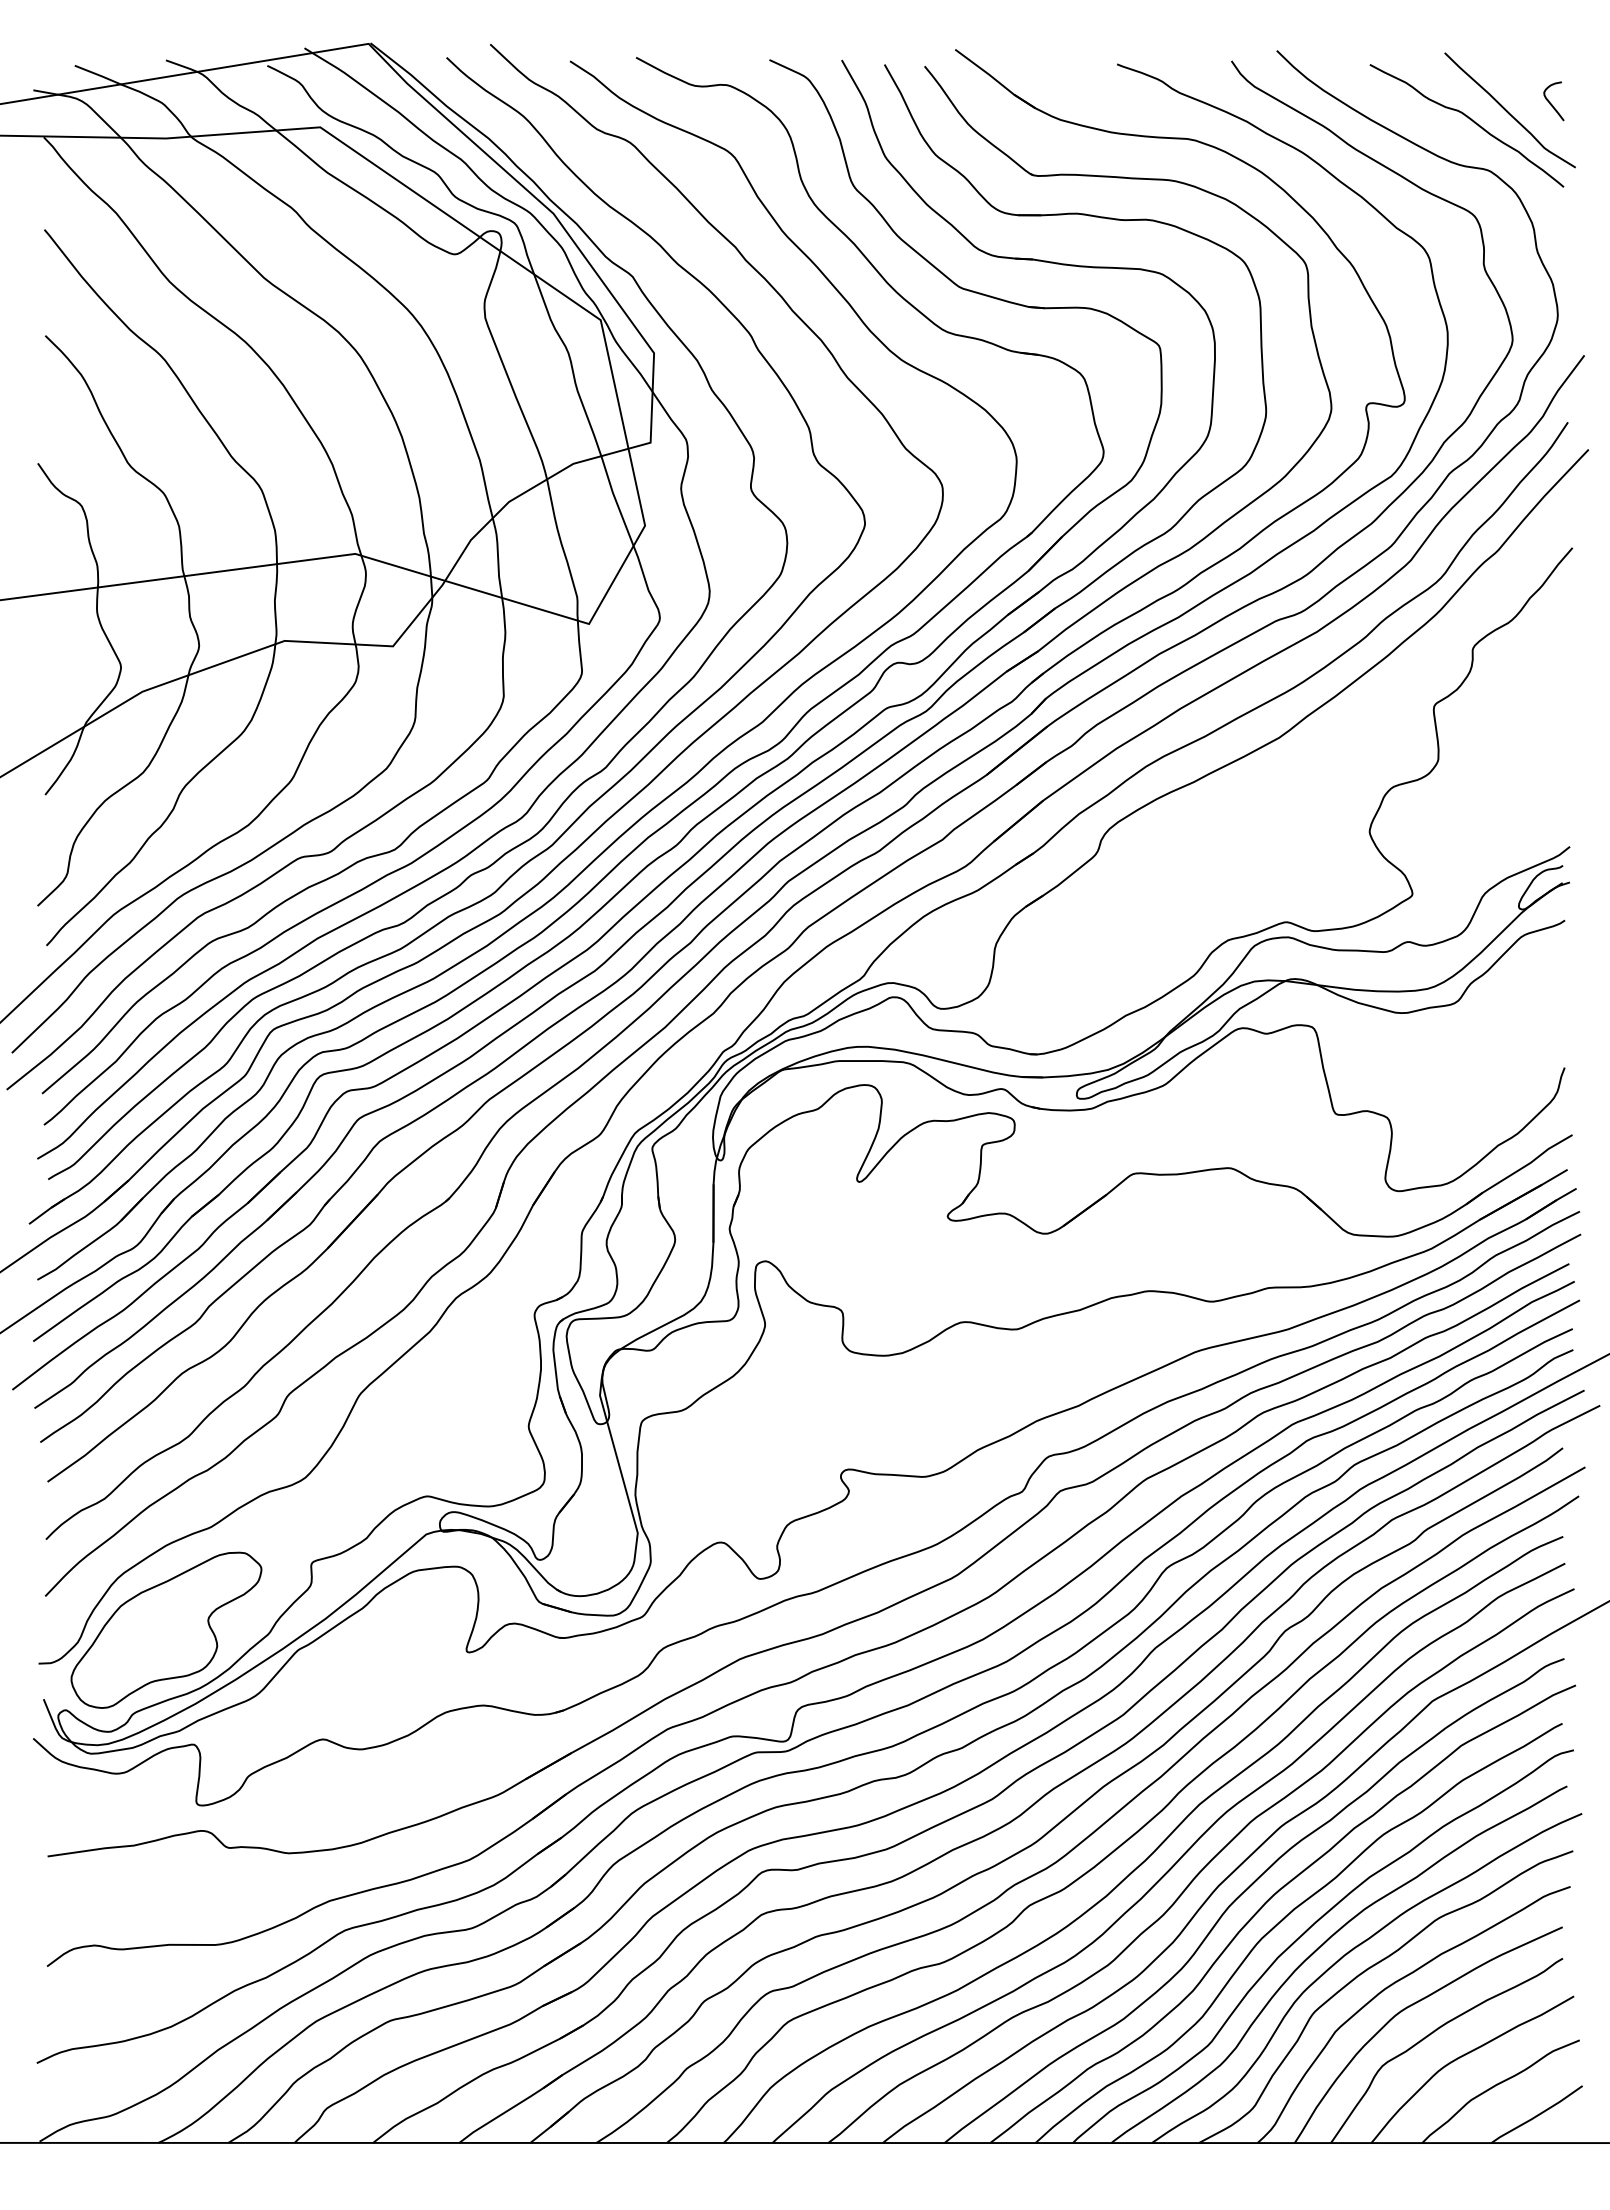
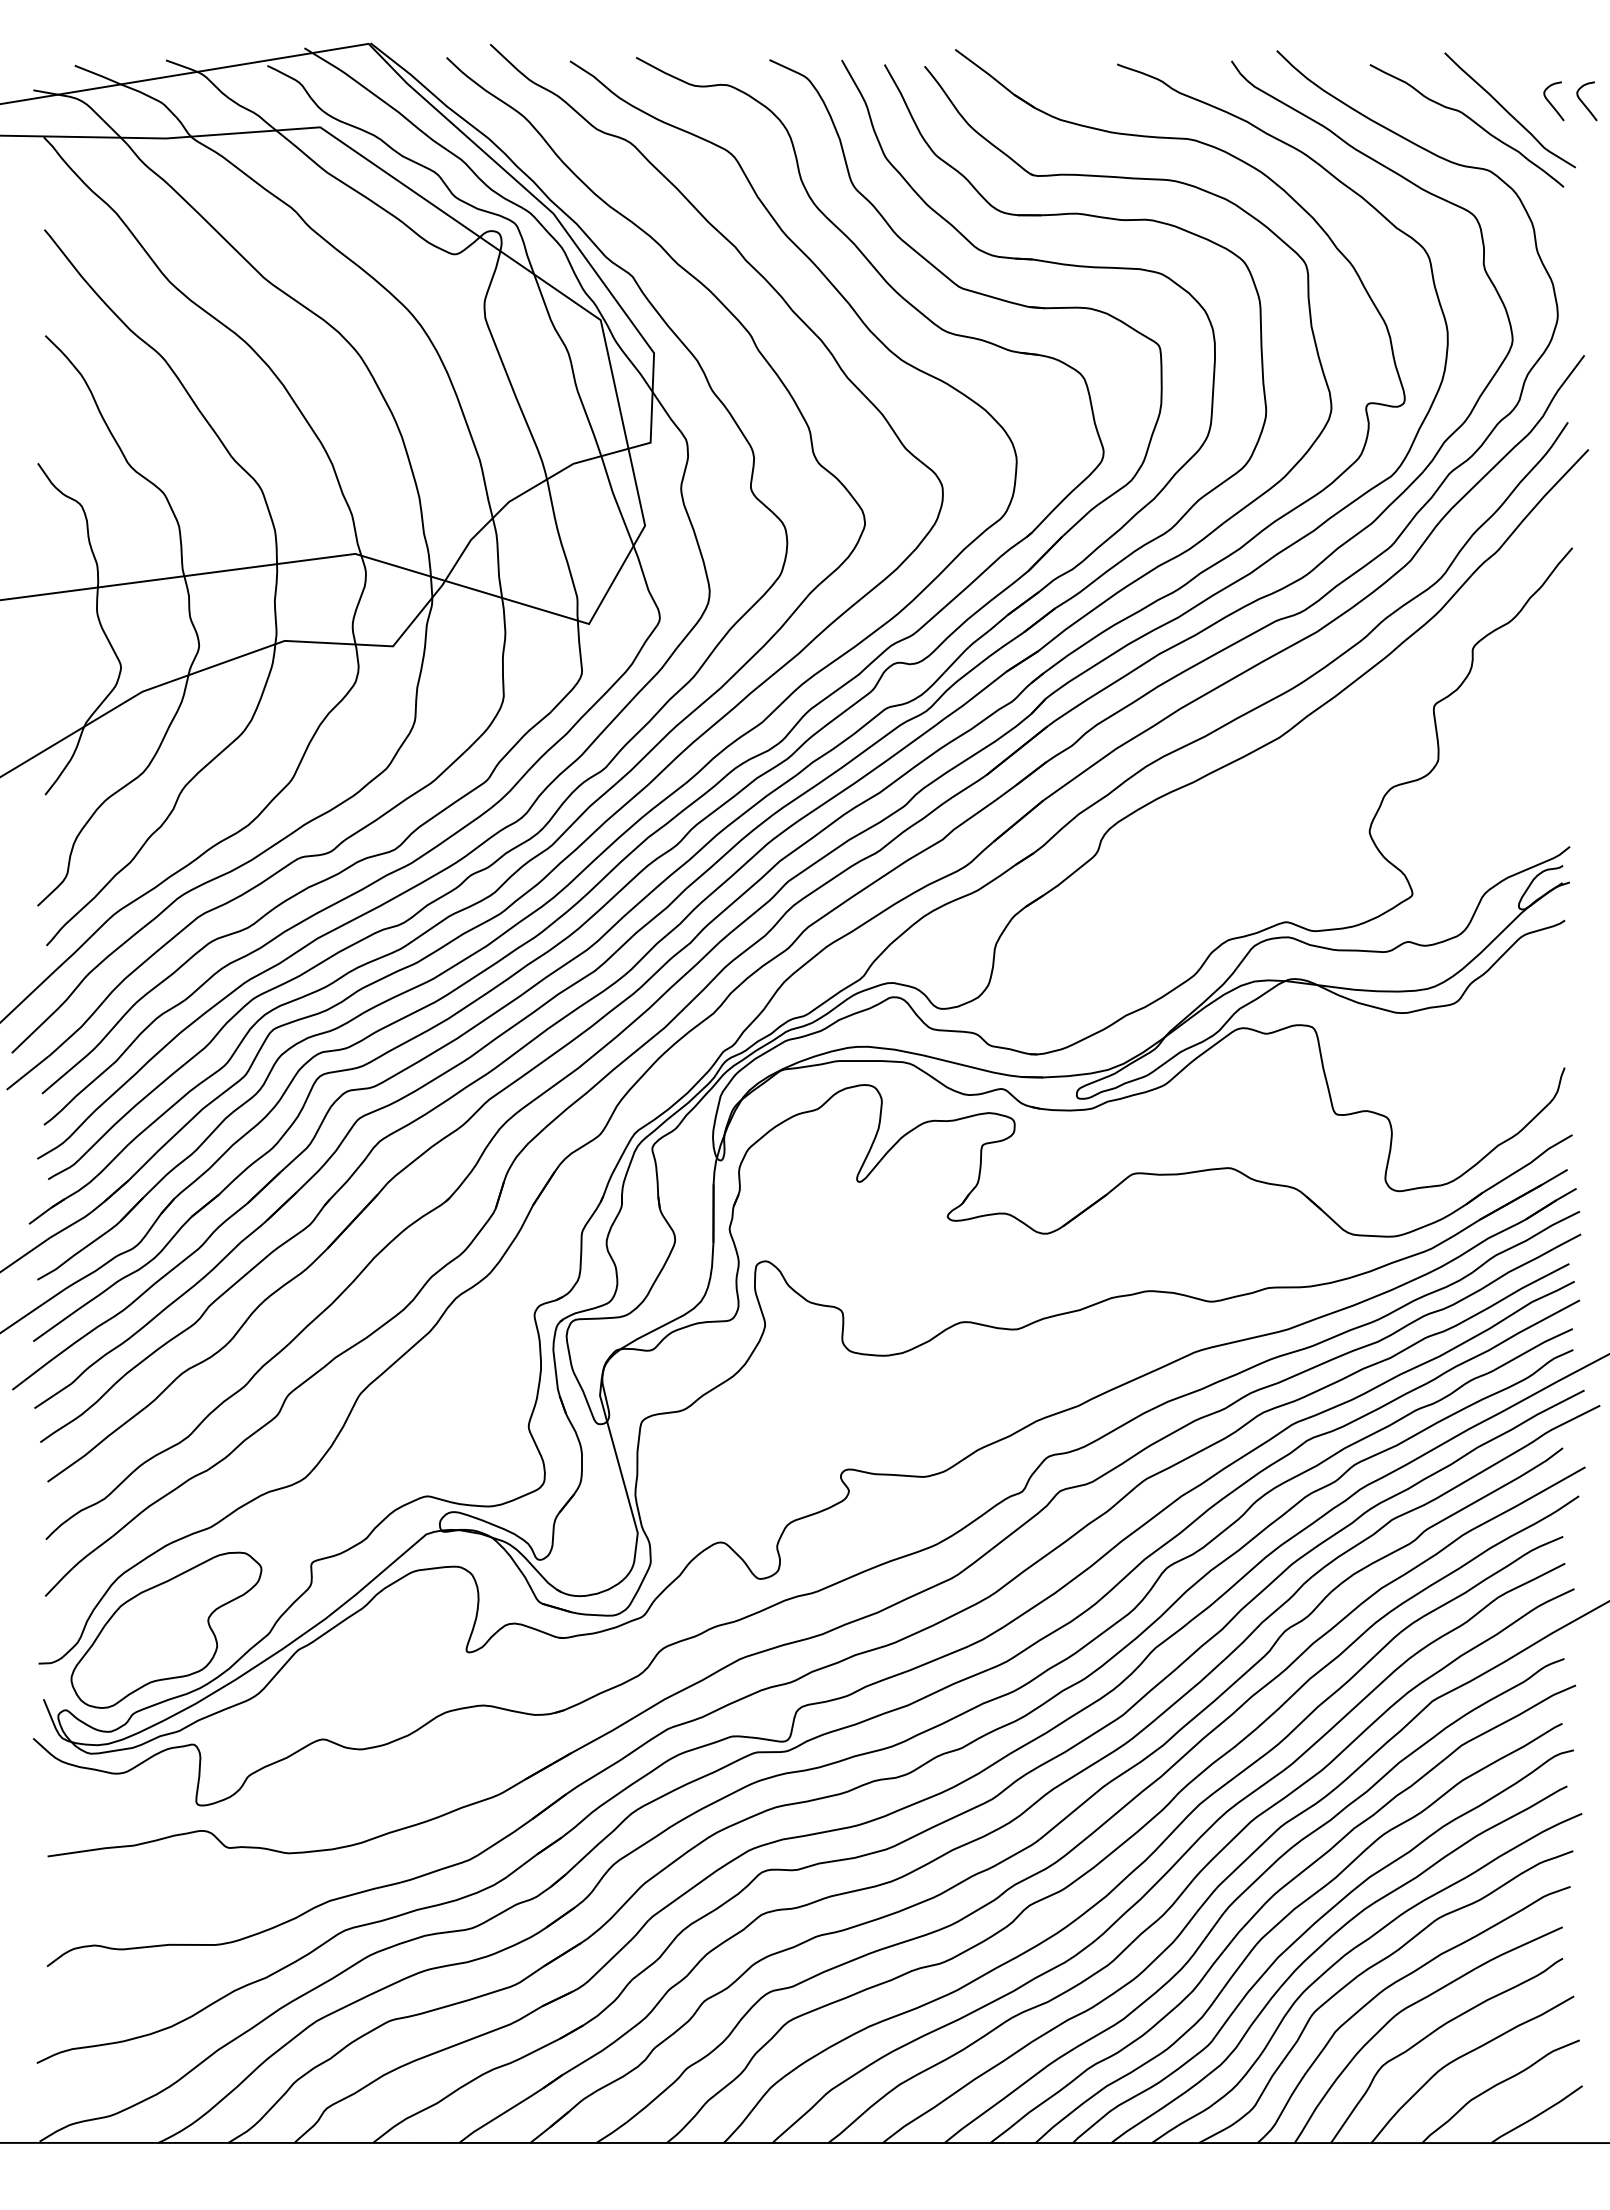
curve at (1584, 103): none -> present
